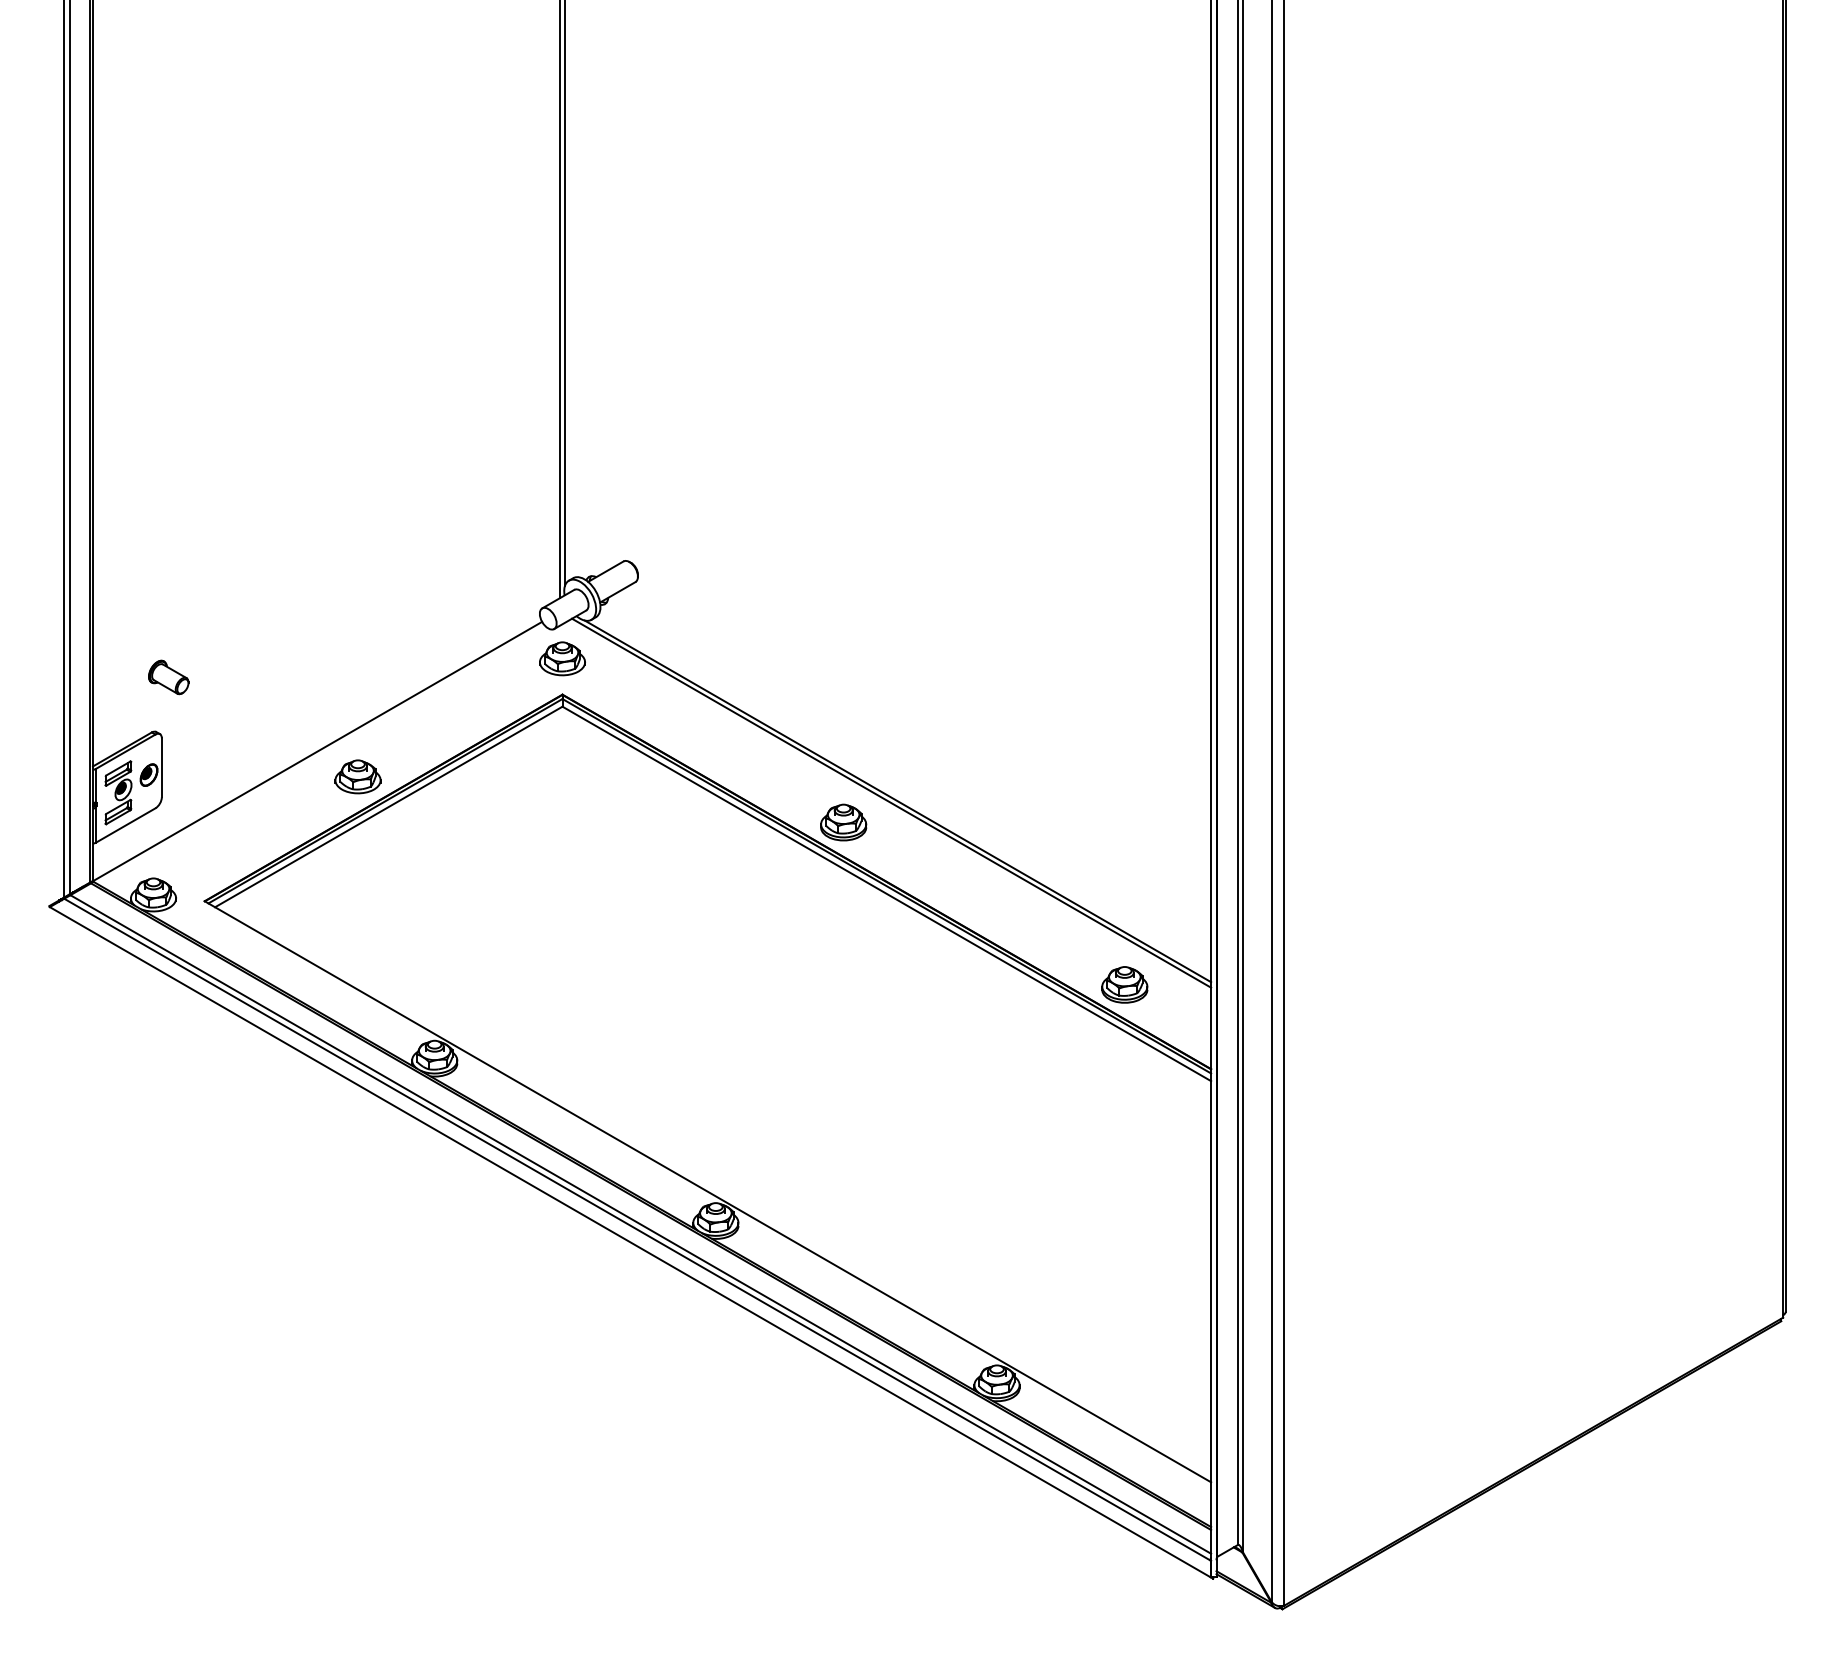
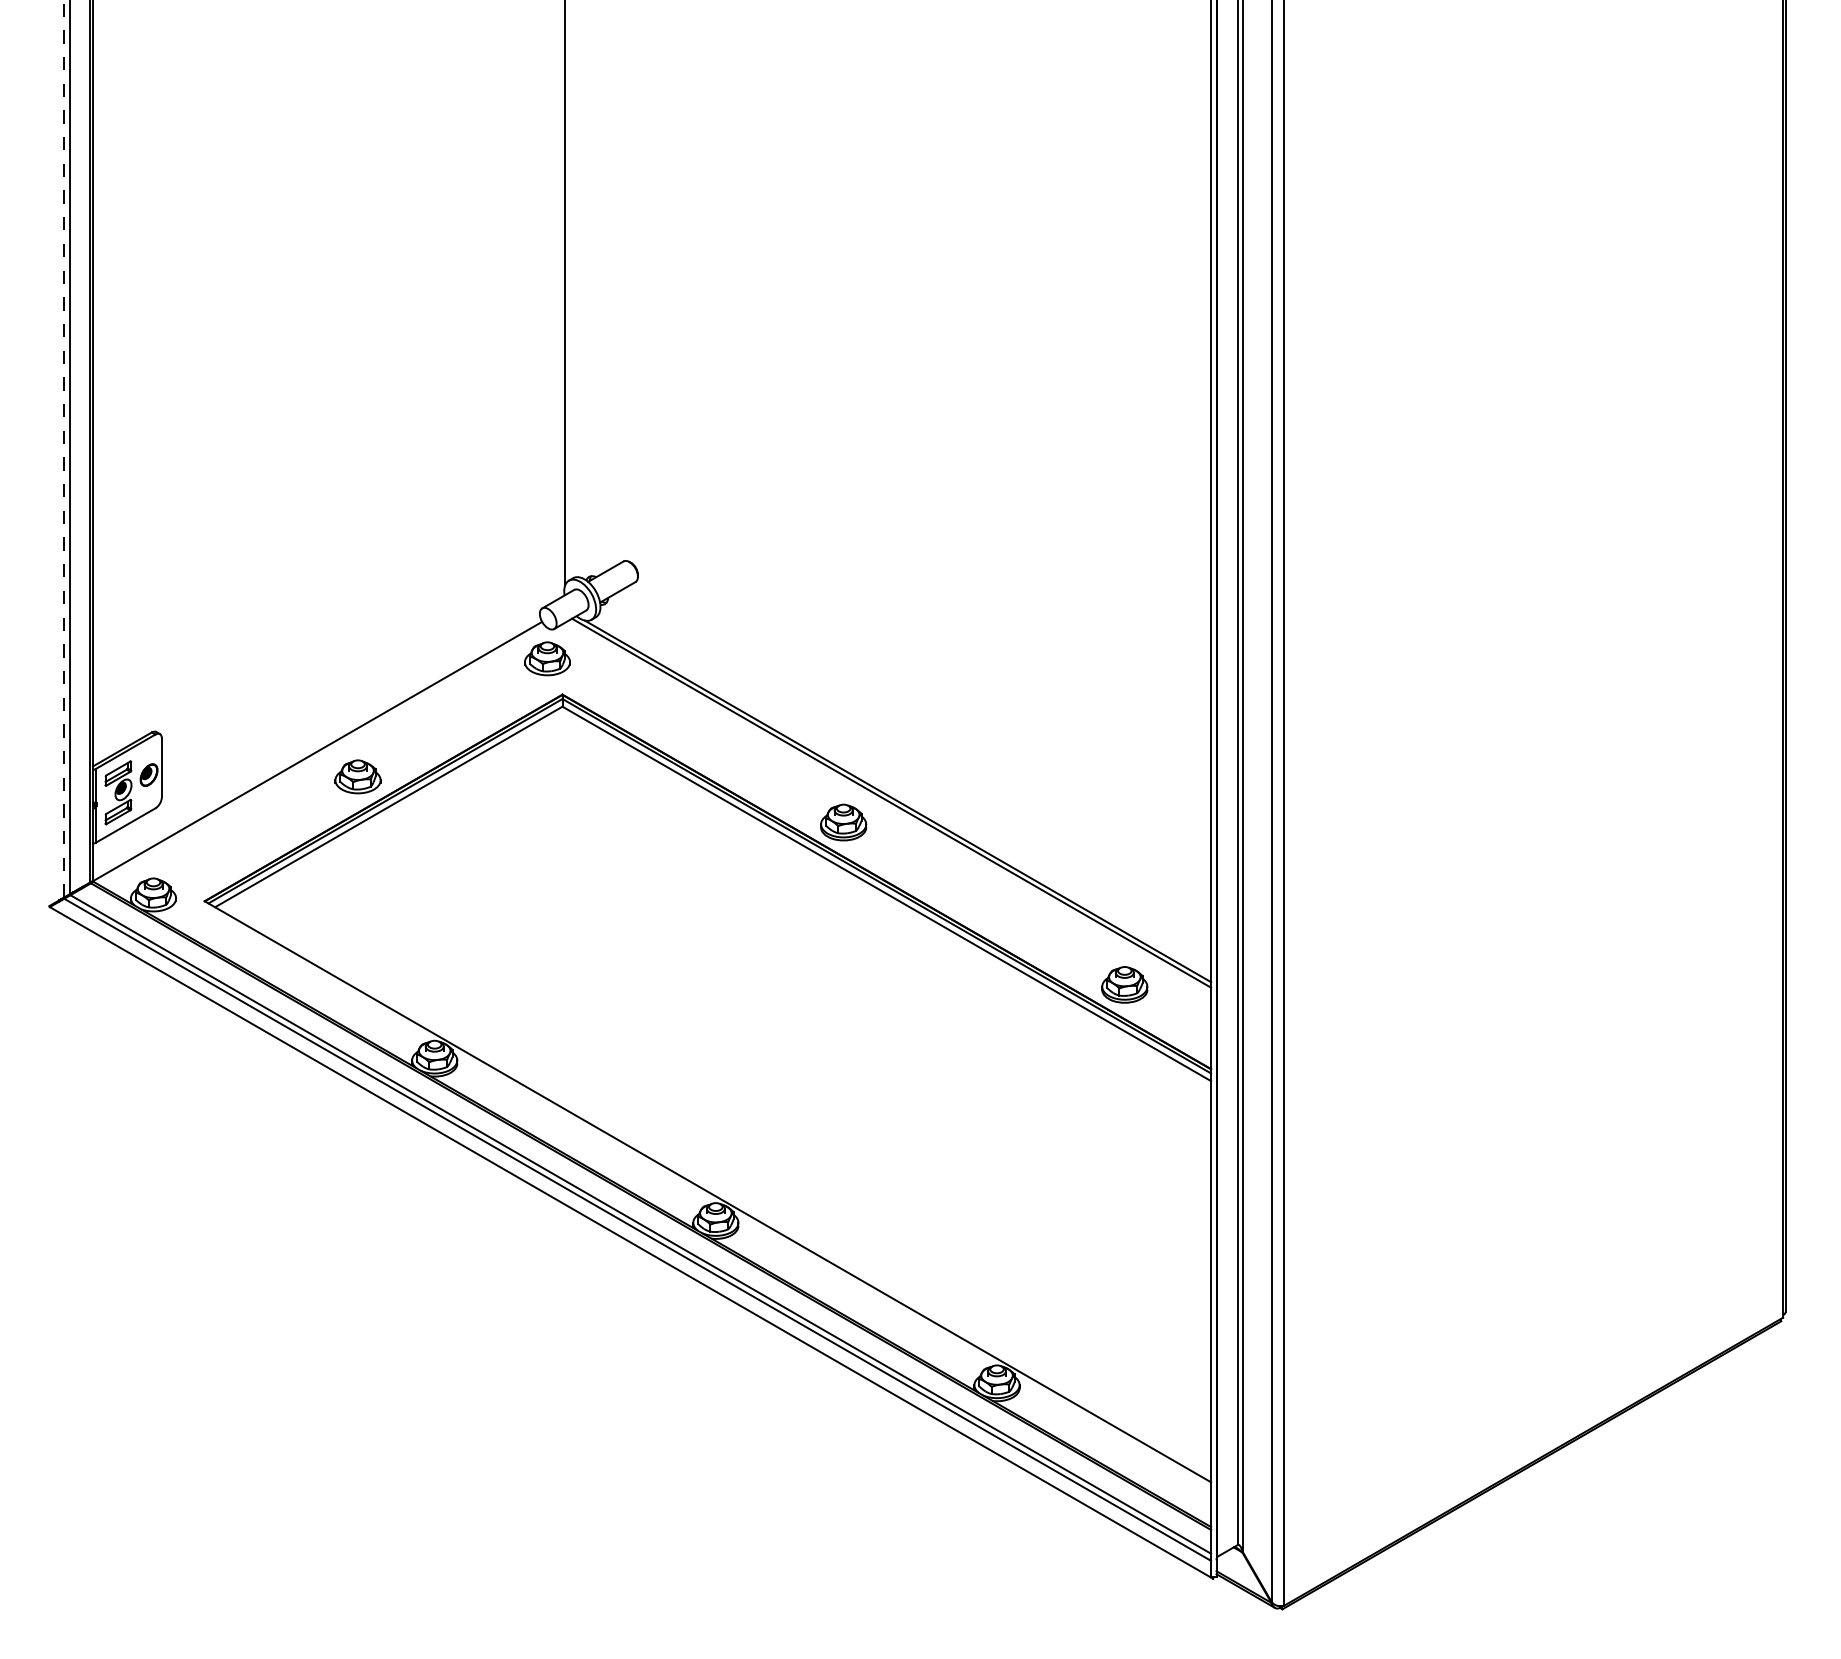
line at (560, 300): present -> none
line at (63, 448): solid -> dashed
part at (562, 658) position: (562, 658) -> (547, 658)
part at (168, 677): present -> none
